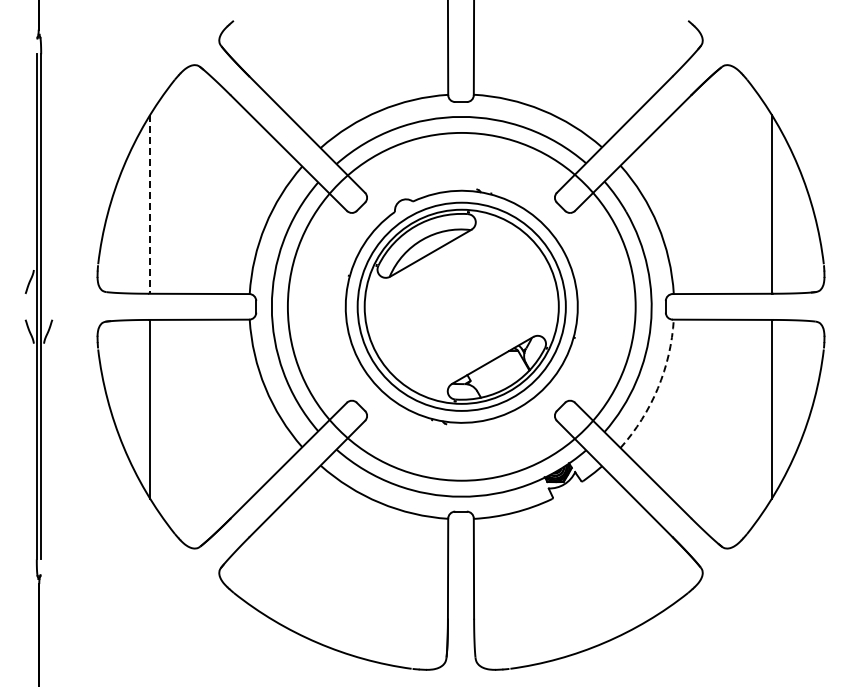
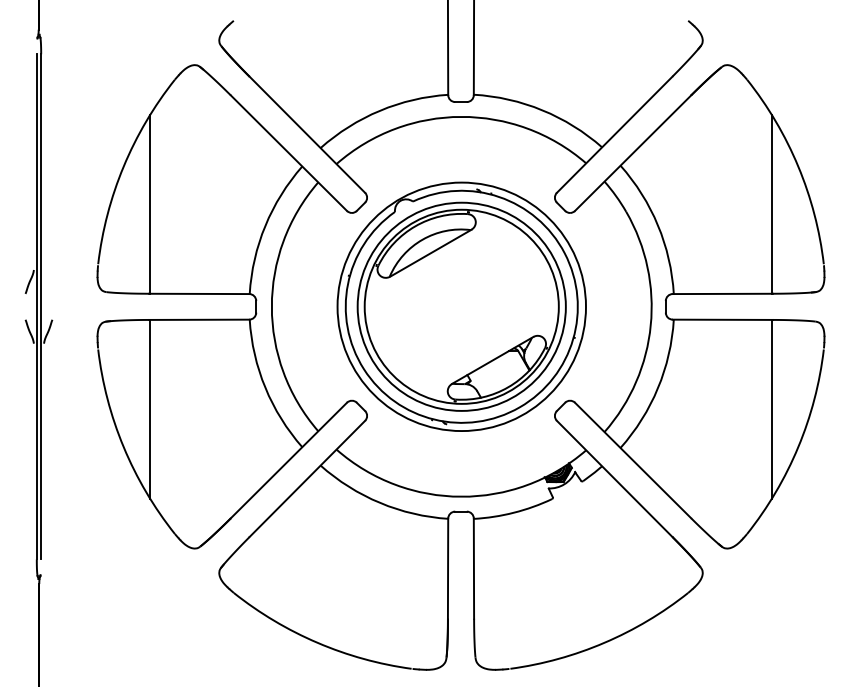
line at (150, 204): dashed -> solid
circle at (461, 306) diameter: 348 px -> 248 px
arc at (657, 388): dashed -> solid
